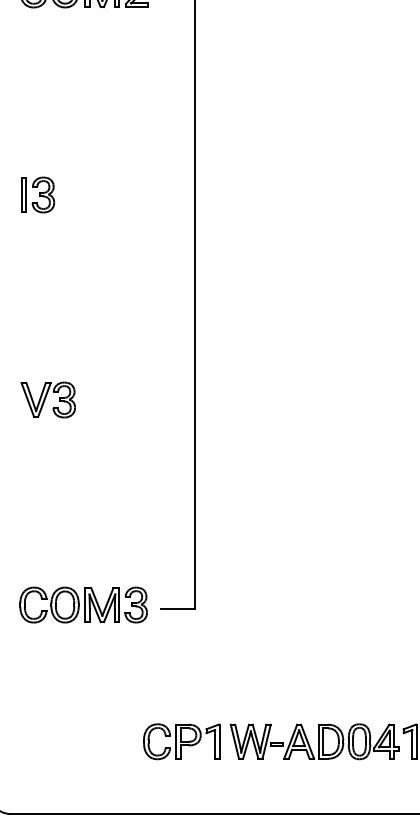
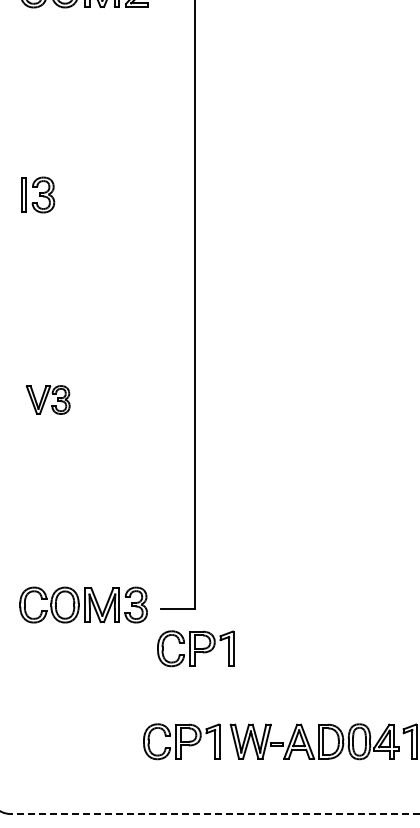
part at (47, 399) size: 56x38 px -> 46x30 px
part at (195, 648): none -> present
line at (215, 813): solid -> dashed
